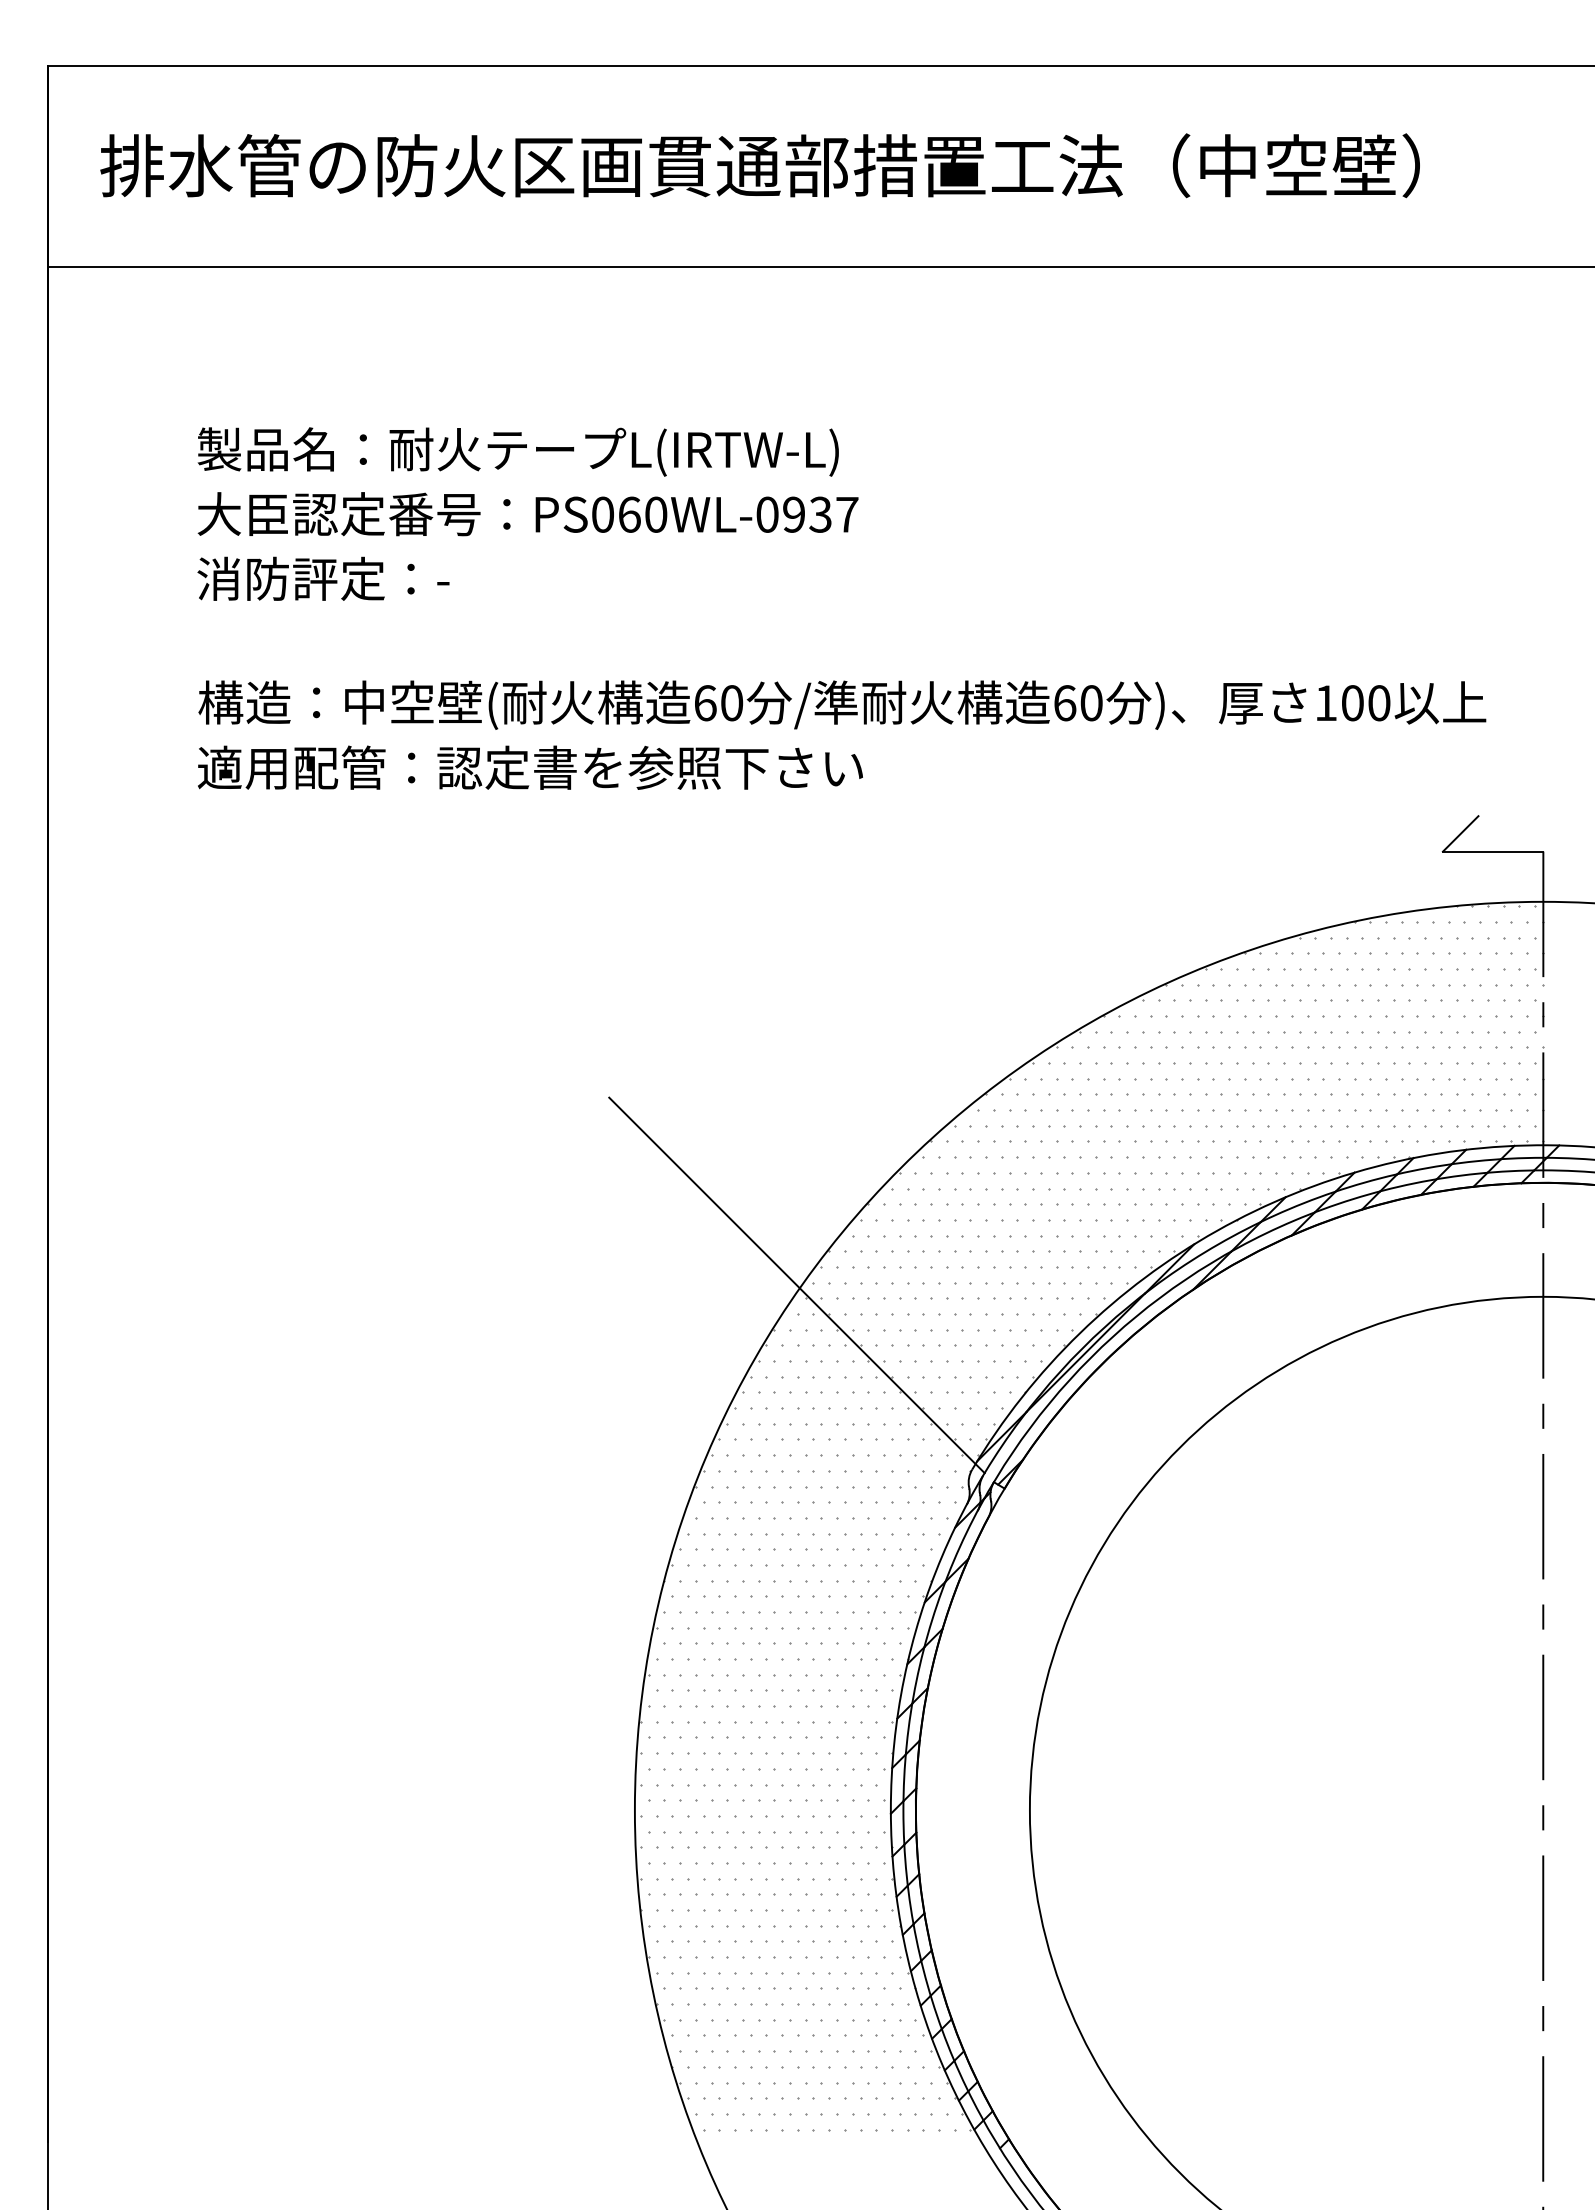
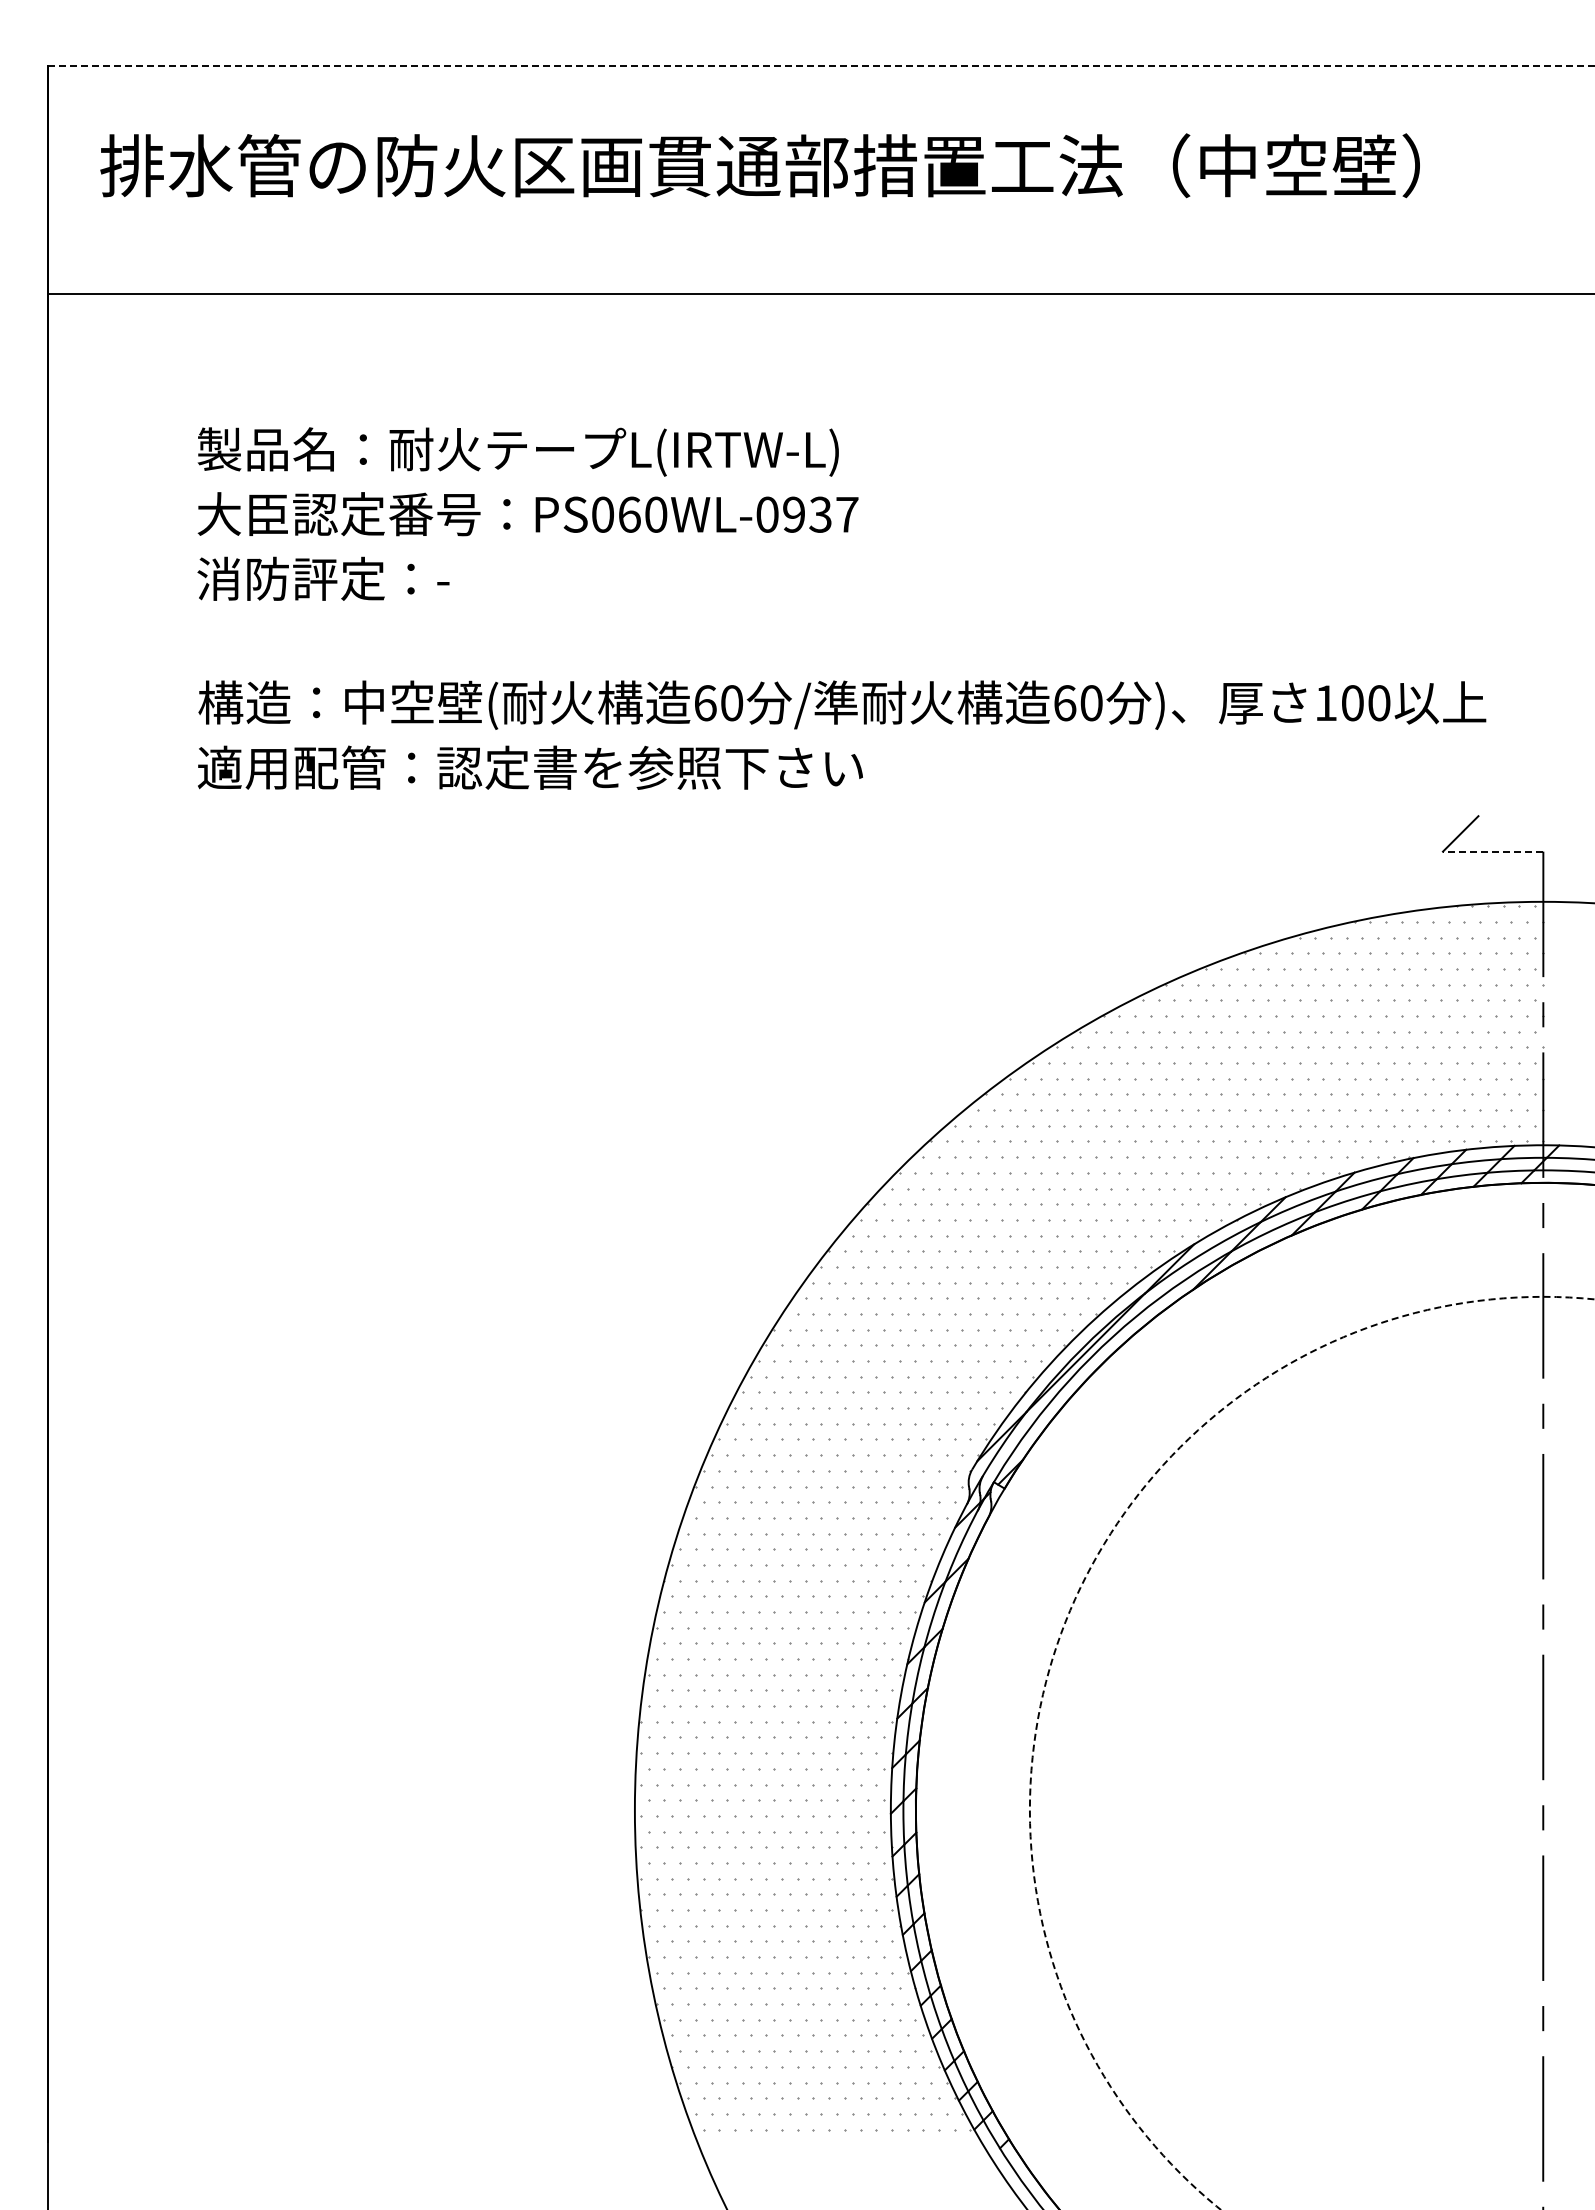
line at (821, 66): solid -> dashed
line at (819, 267) position: (819, 267) -> (819, 294)
line at (1492, 851): solid -> dashed
line at (796, 1285): present -> none
circle at (1311, 1752): solid -> dashed
